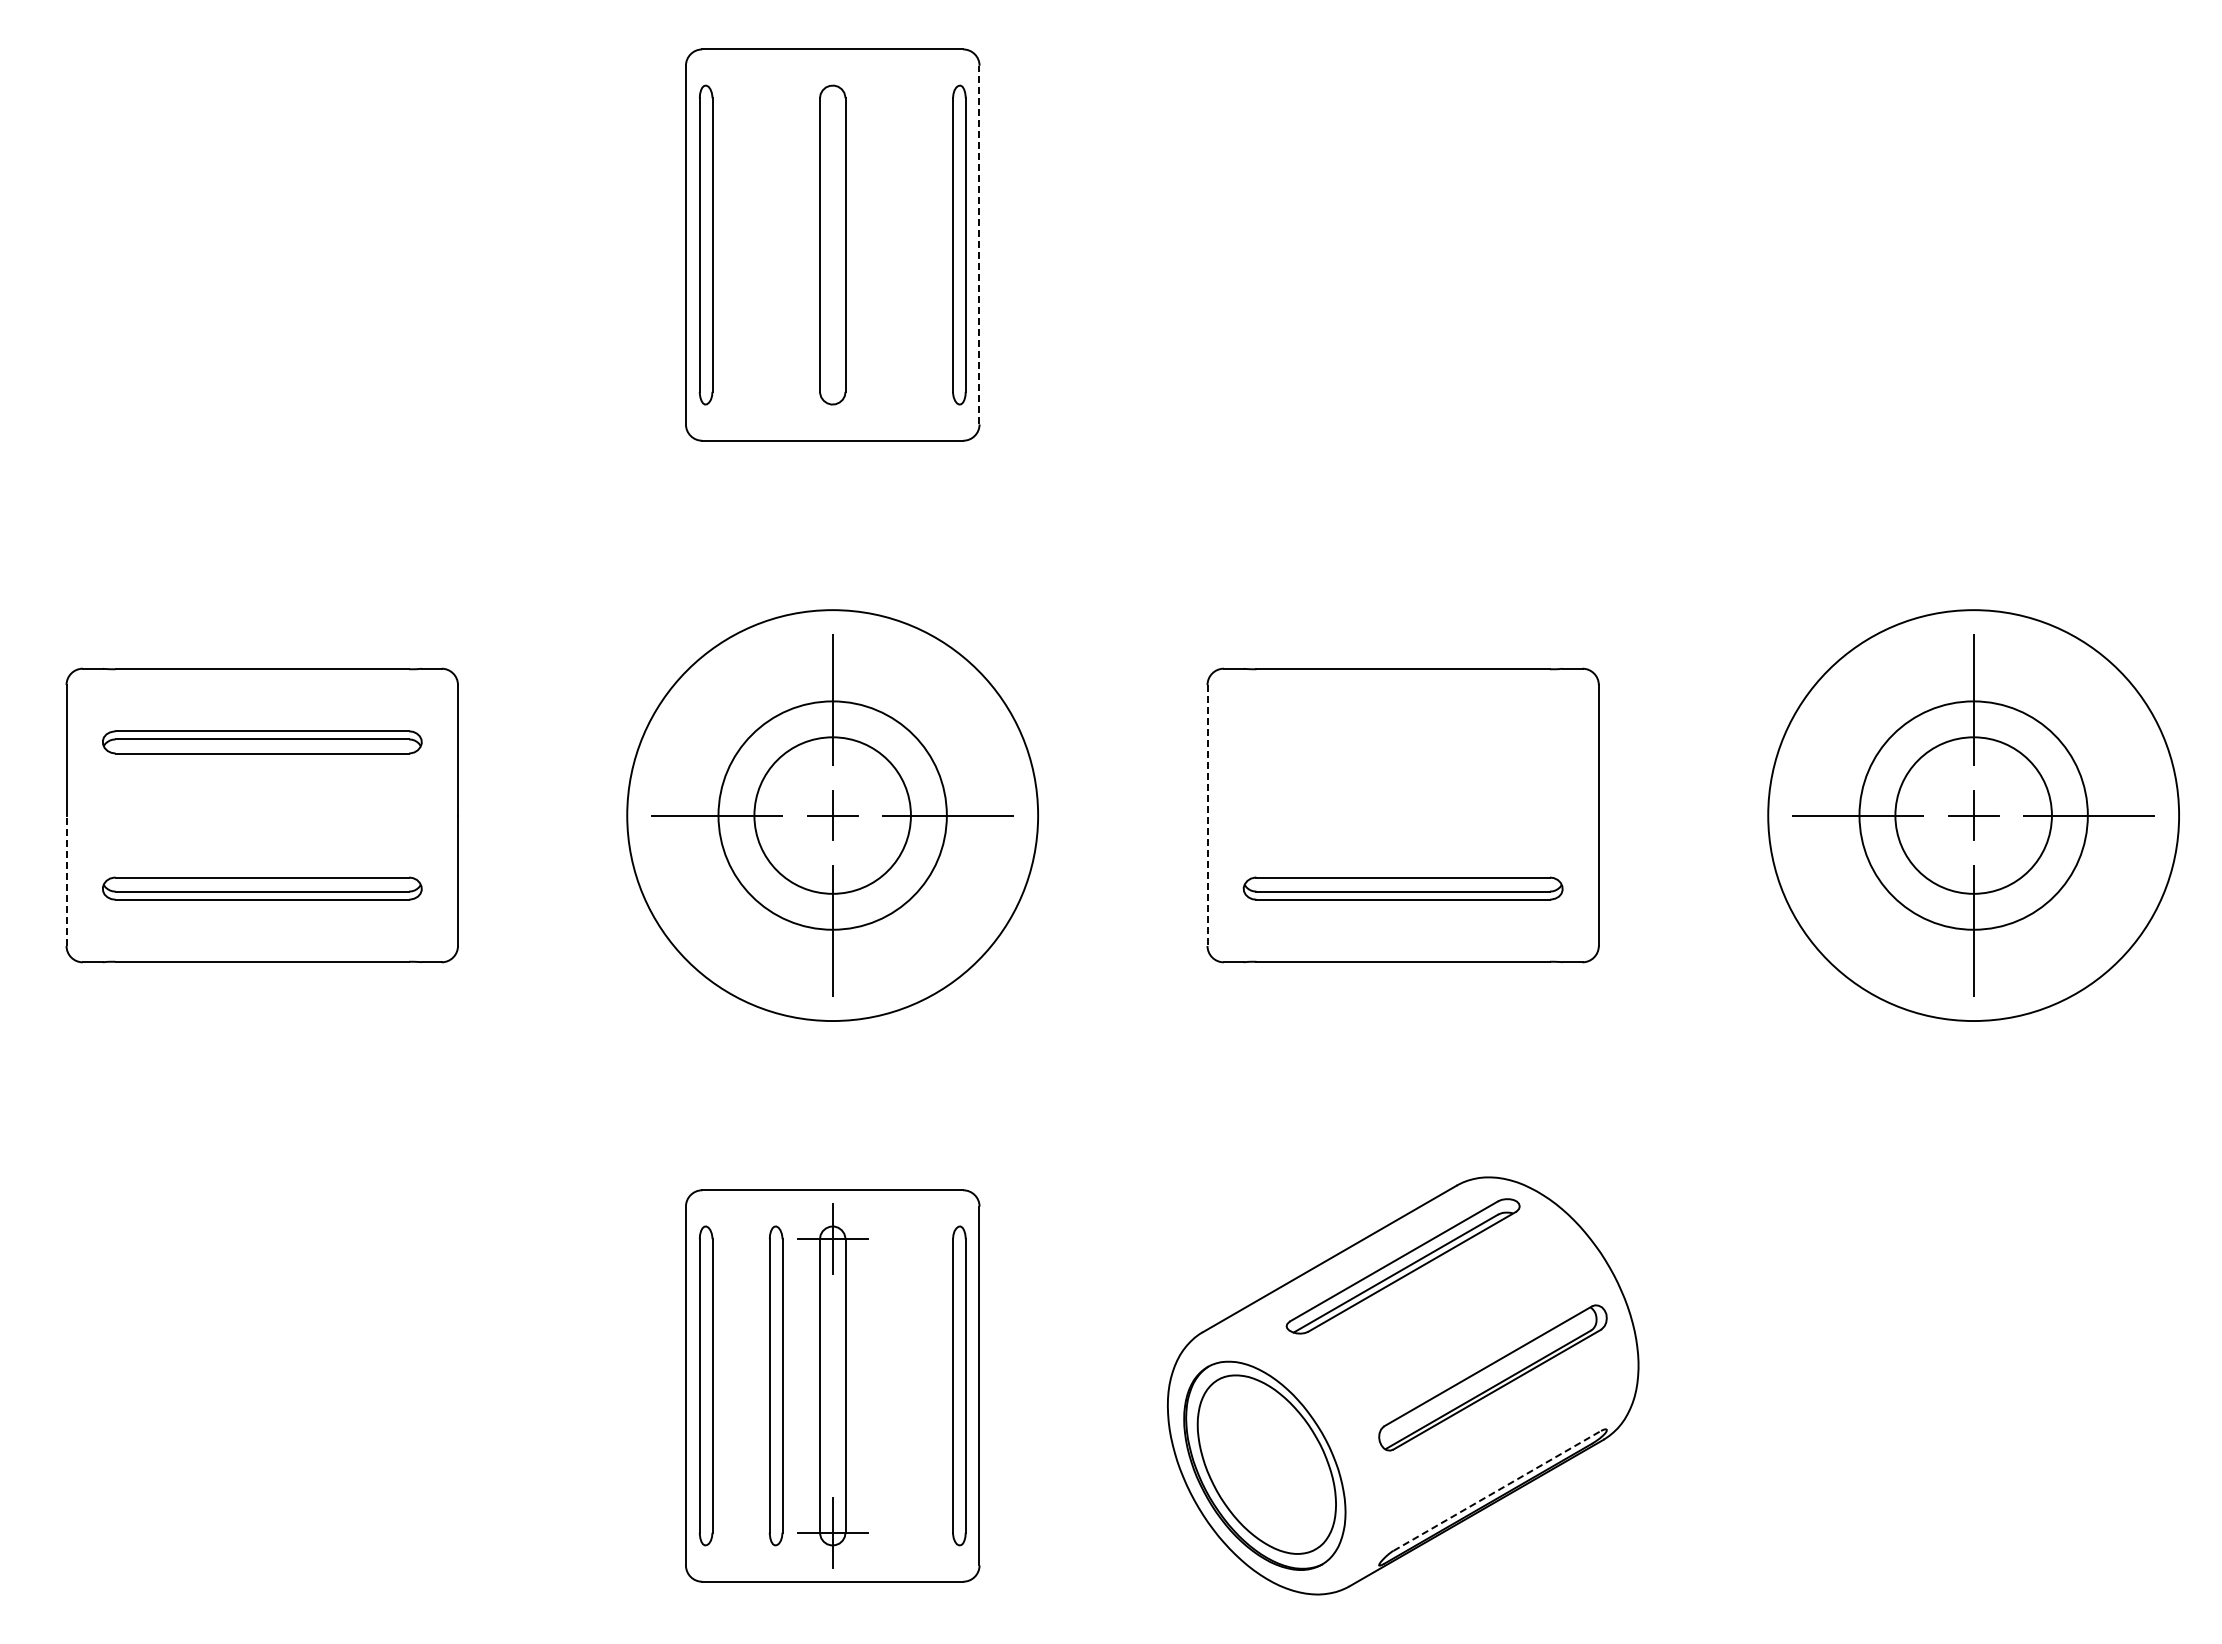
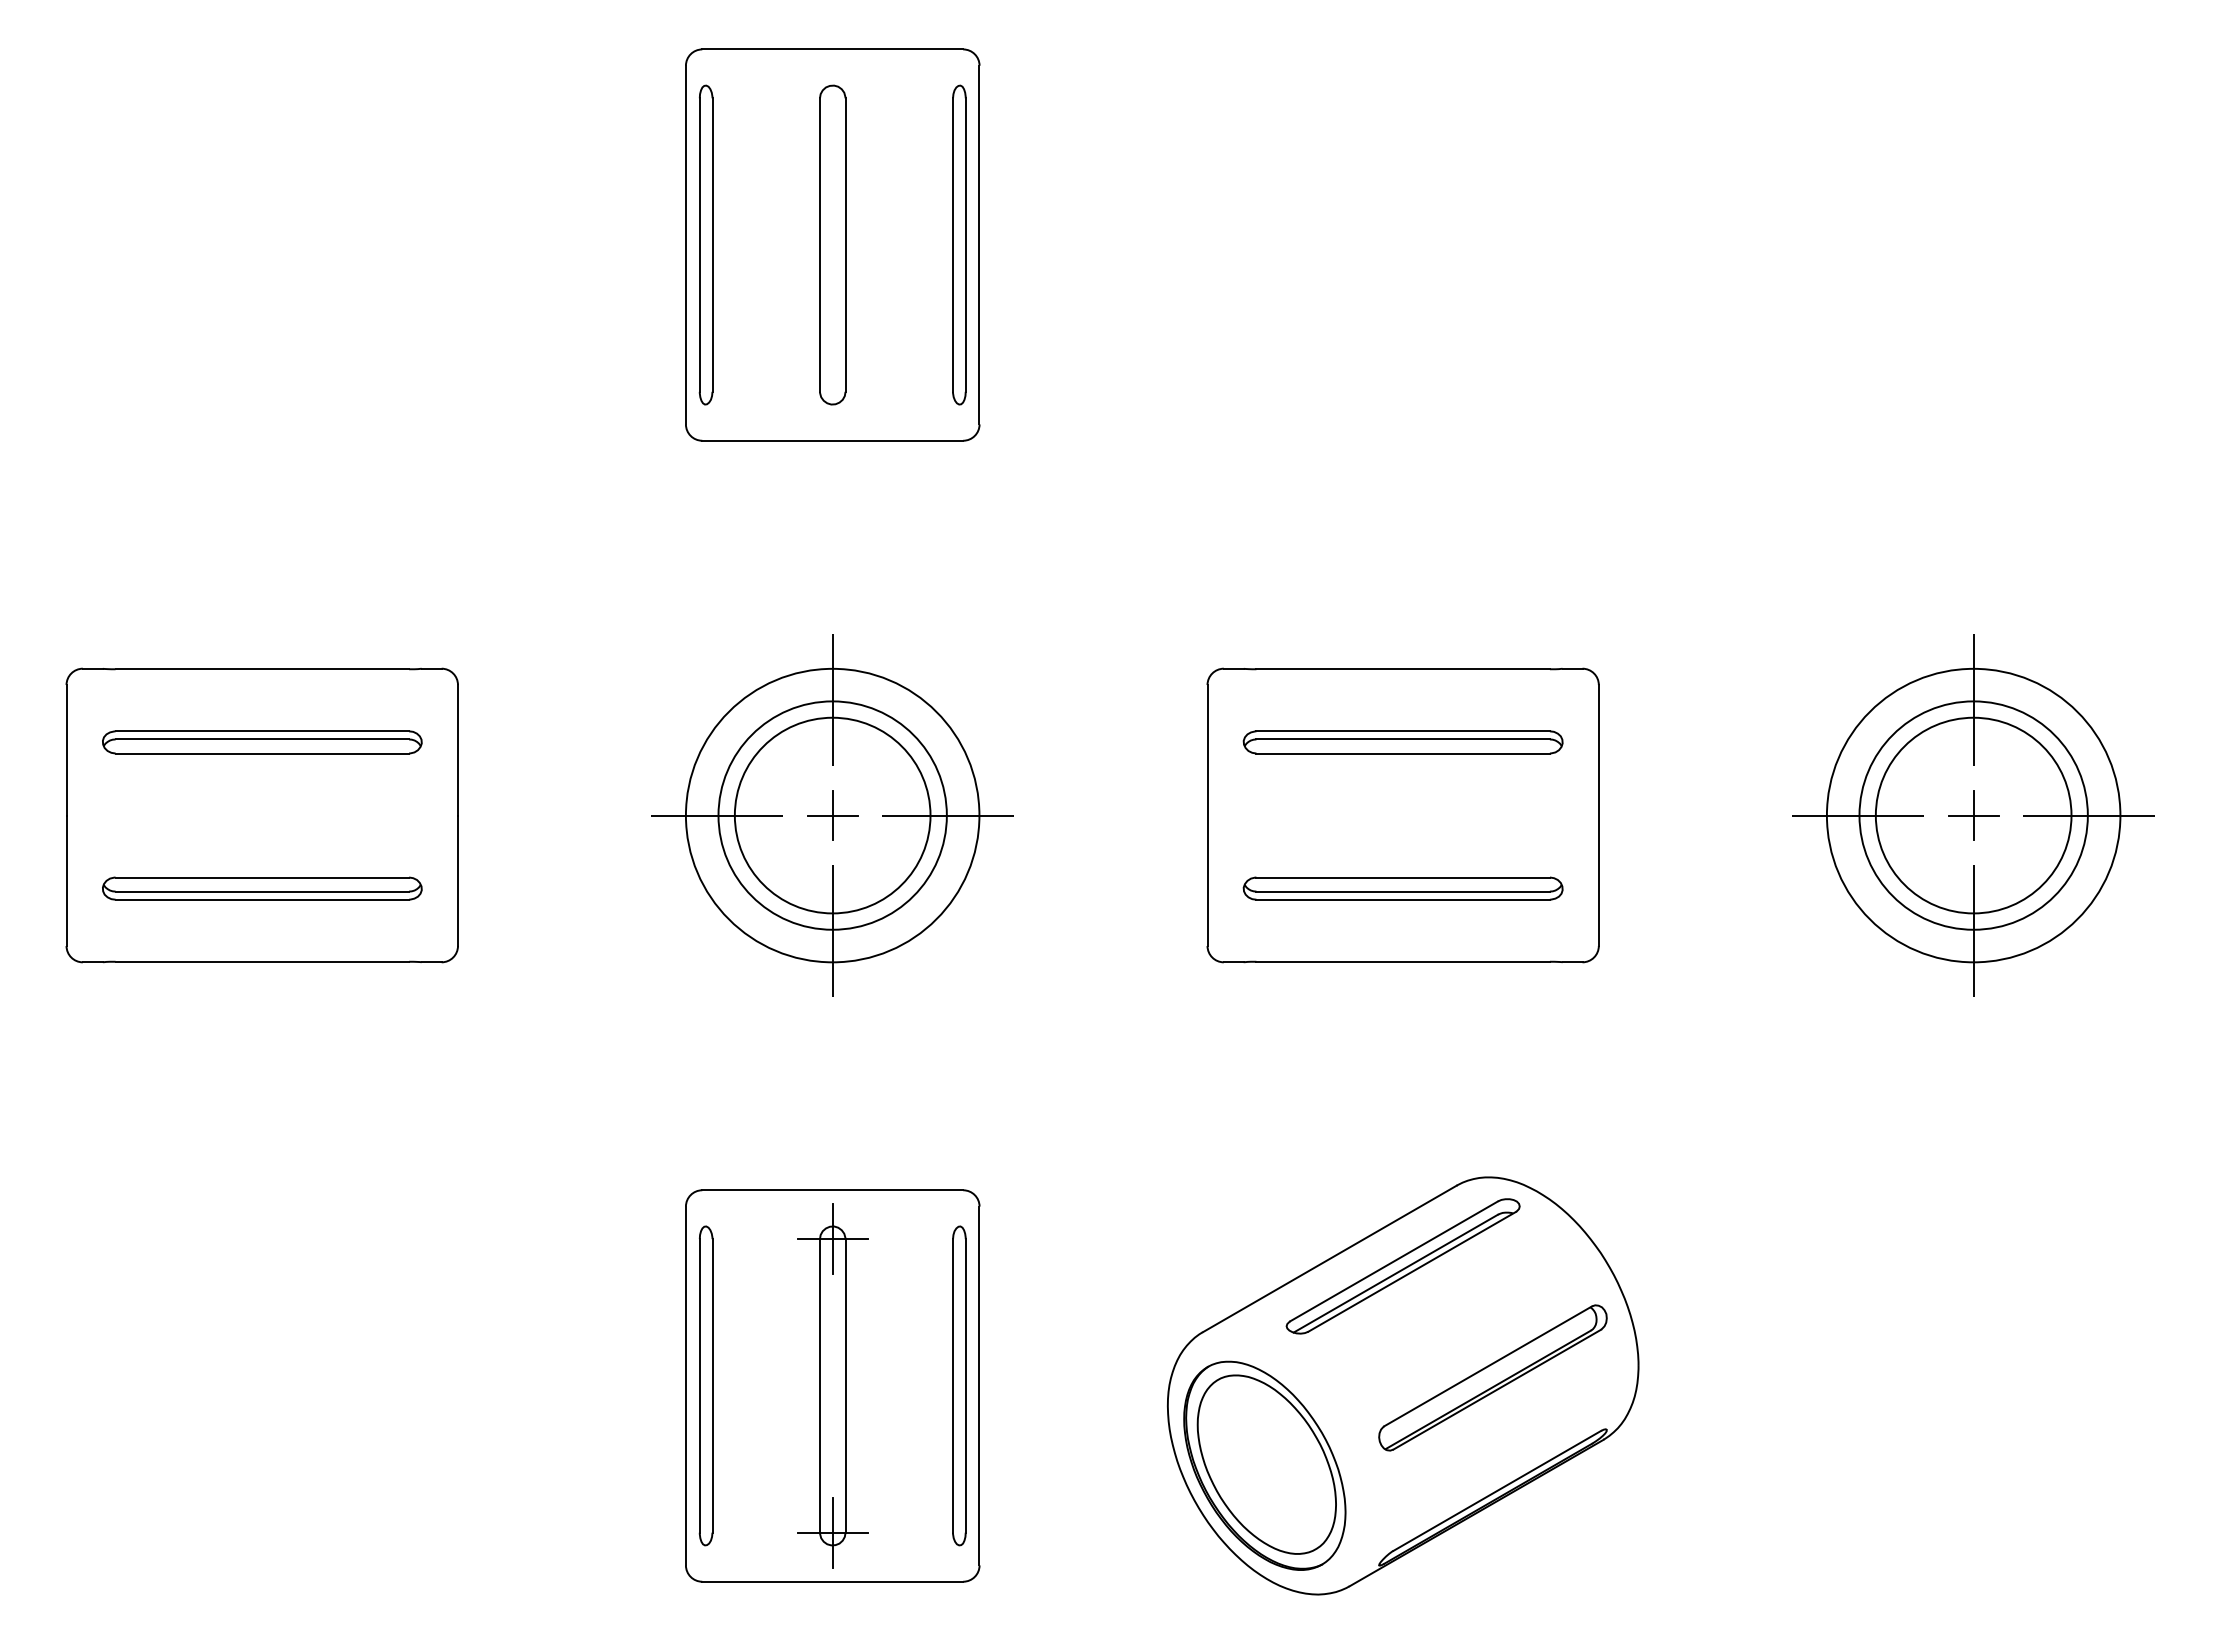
line at (979, 244): dashed -> solid
part at (1402, 742): none -> present
circle at (832, 815) diameter: 157 px -> 196 px
circle at (832, 815) diameter: 411 px -> 293 px
circle at (1973, 815) diameter: 157 px -> 196 px
circle at (1973, 815) diameter: 411 px -> 293 px
line at (1207, 816): dashed -> solid
line at (66, 880): dashed -> solid
part at (775, 1385): present -> none
line at (1497, 1490): dashed -> solid
